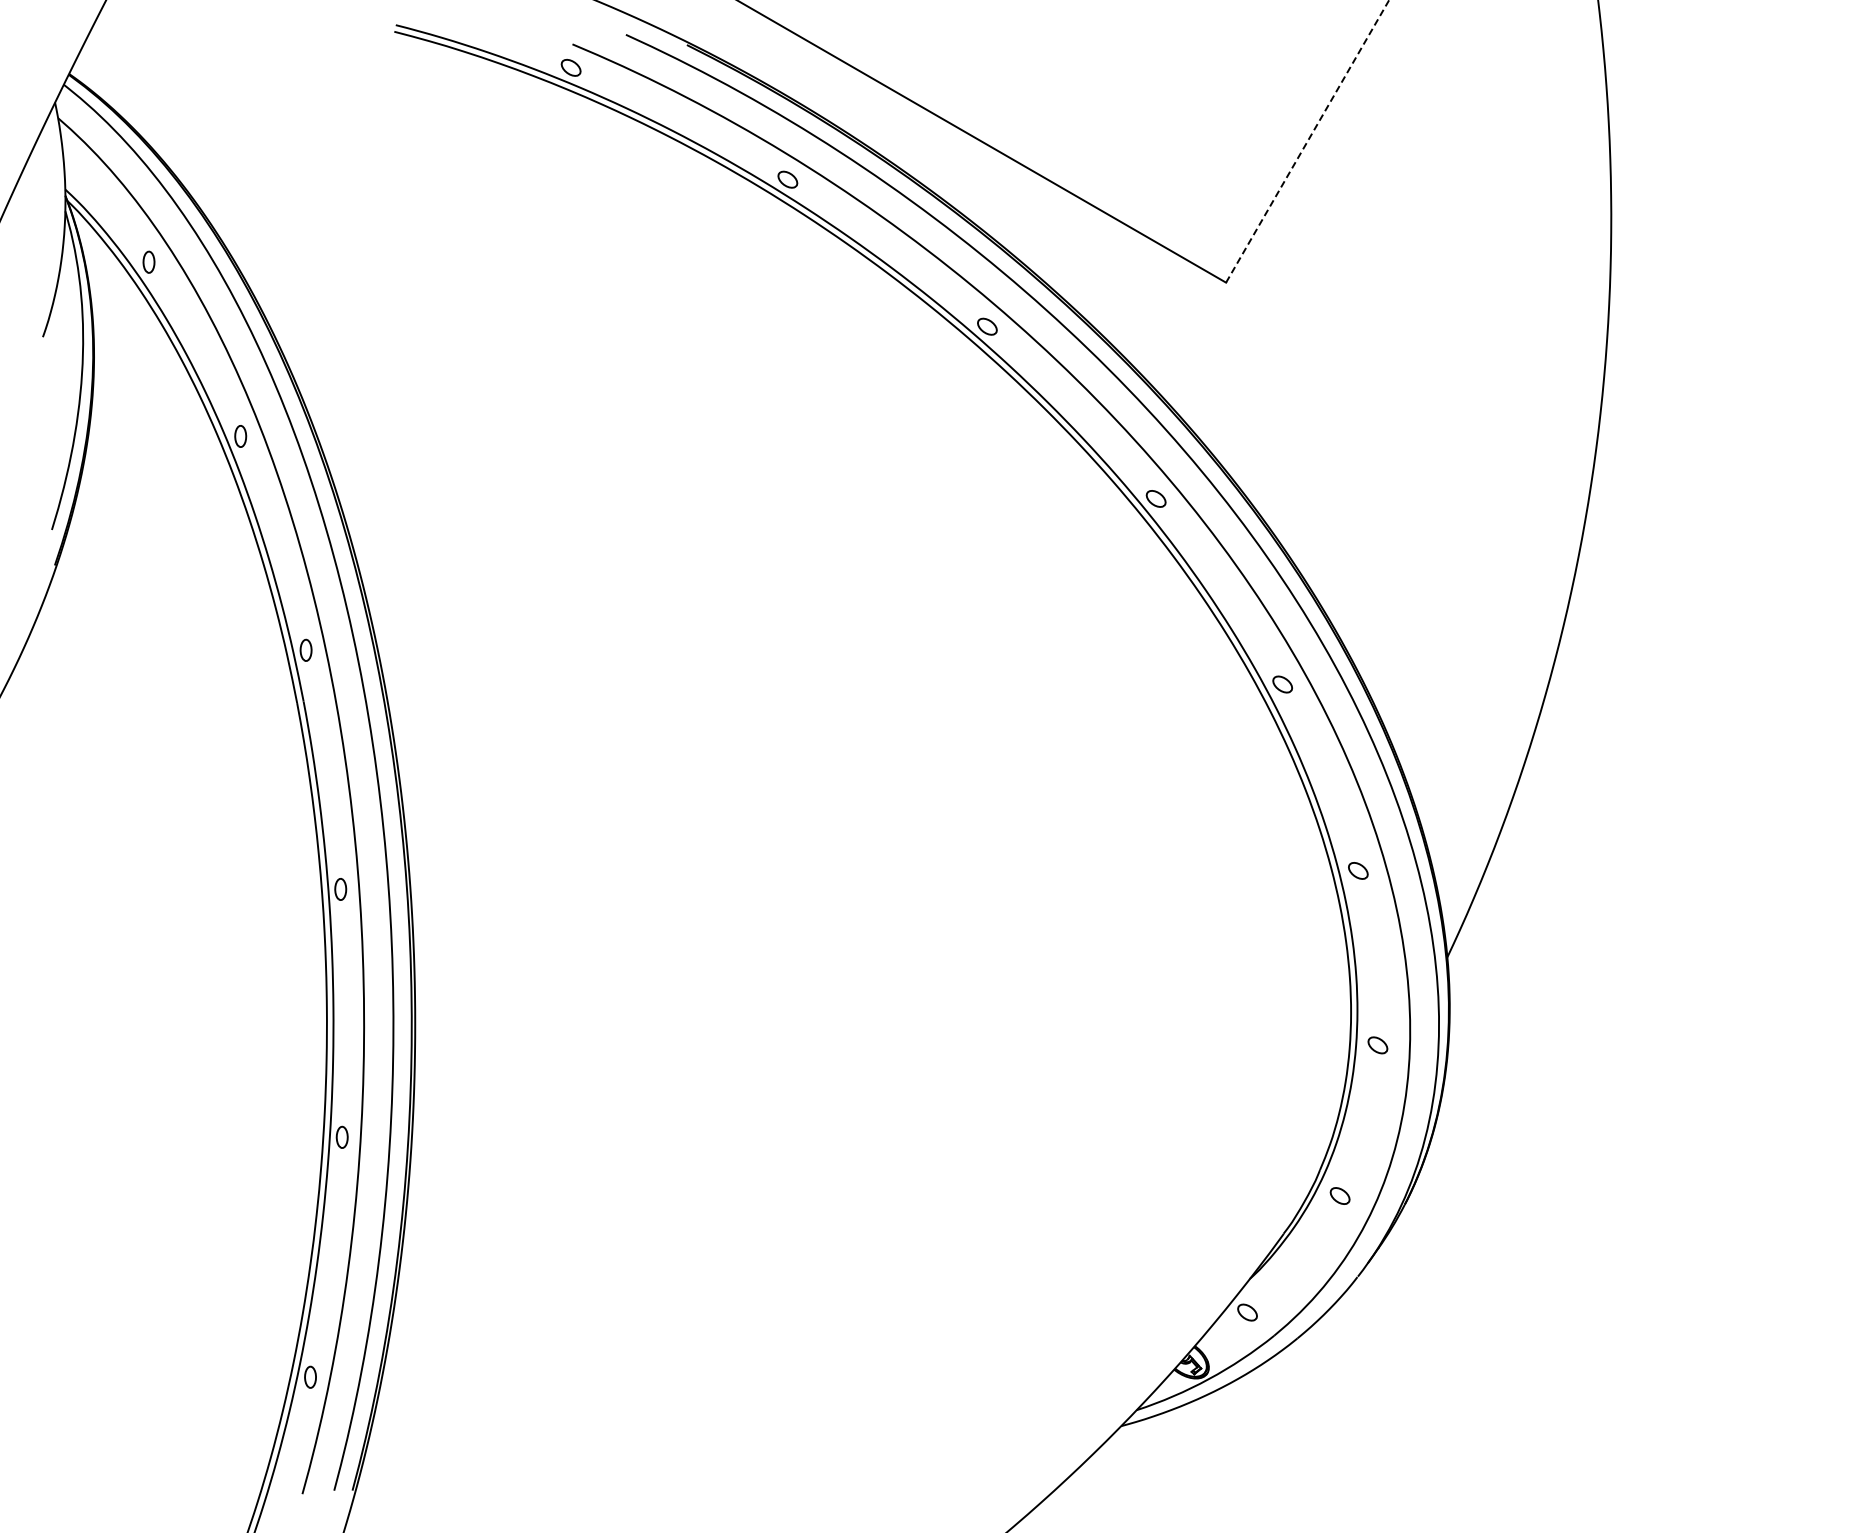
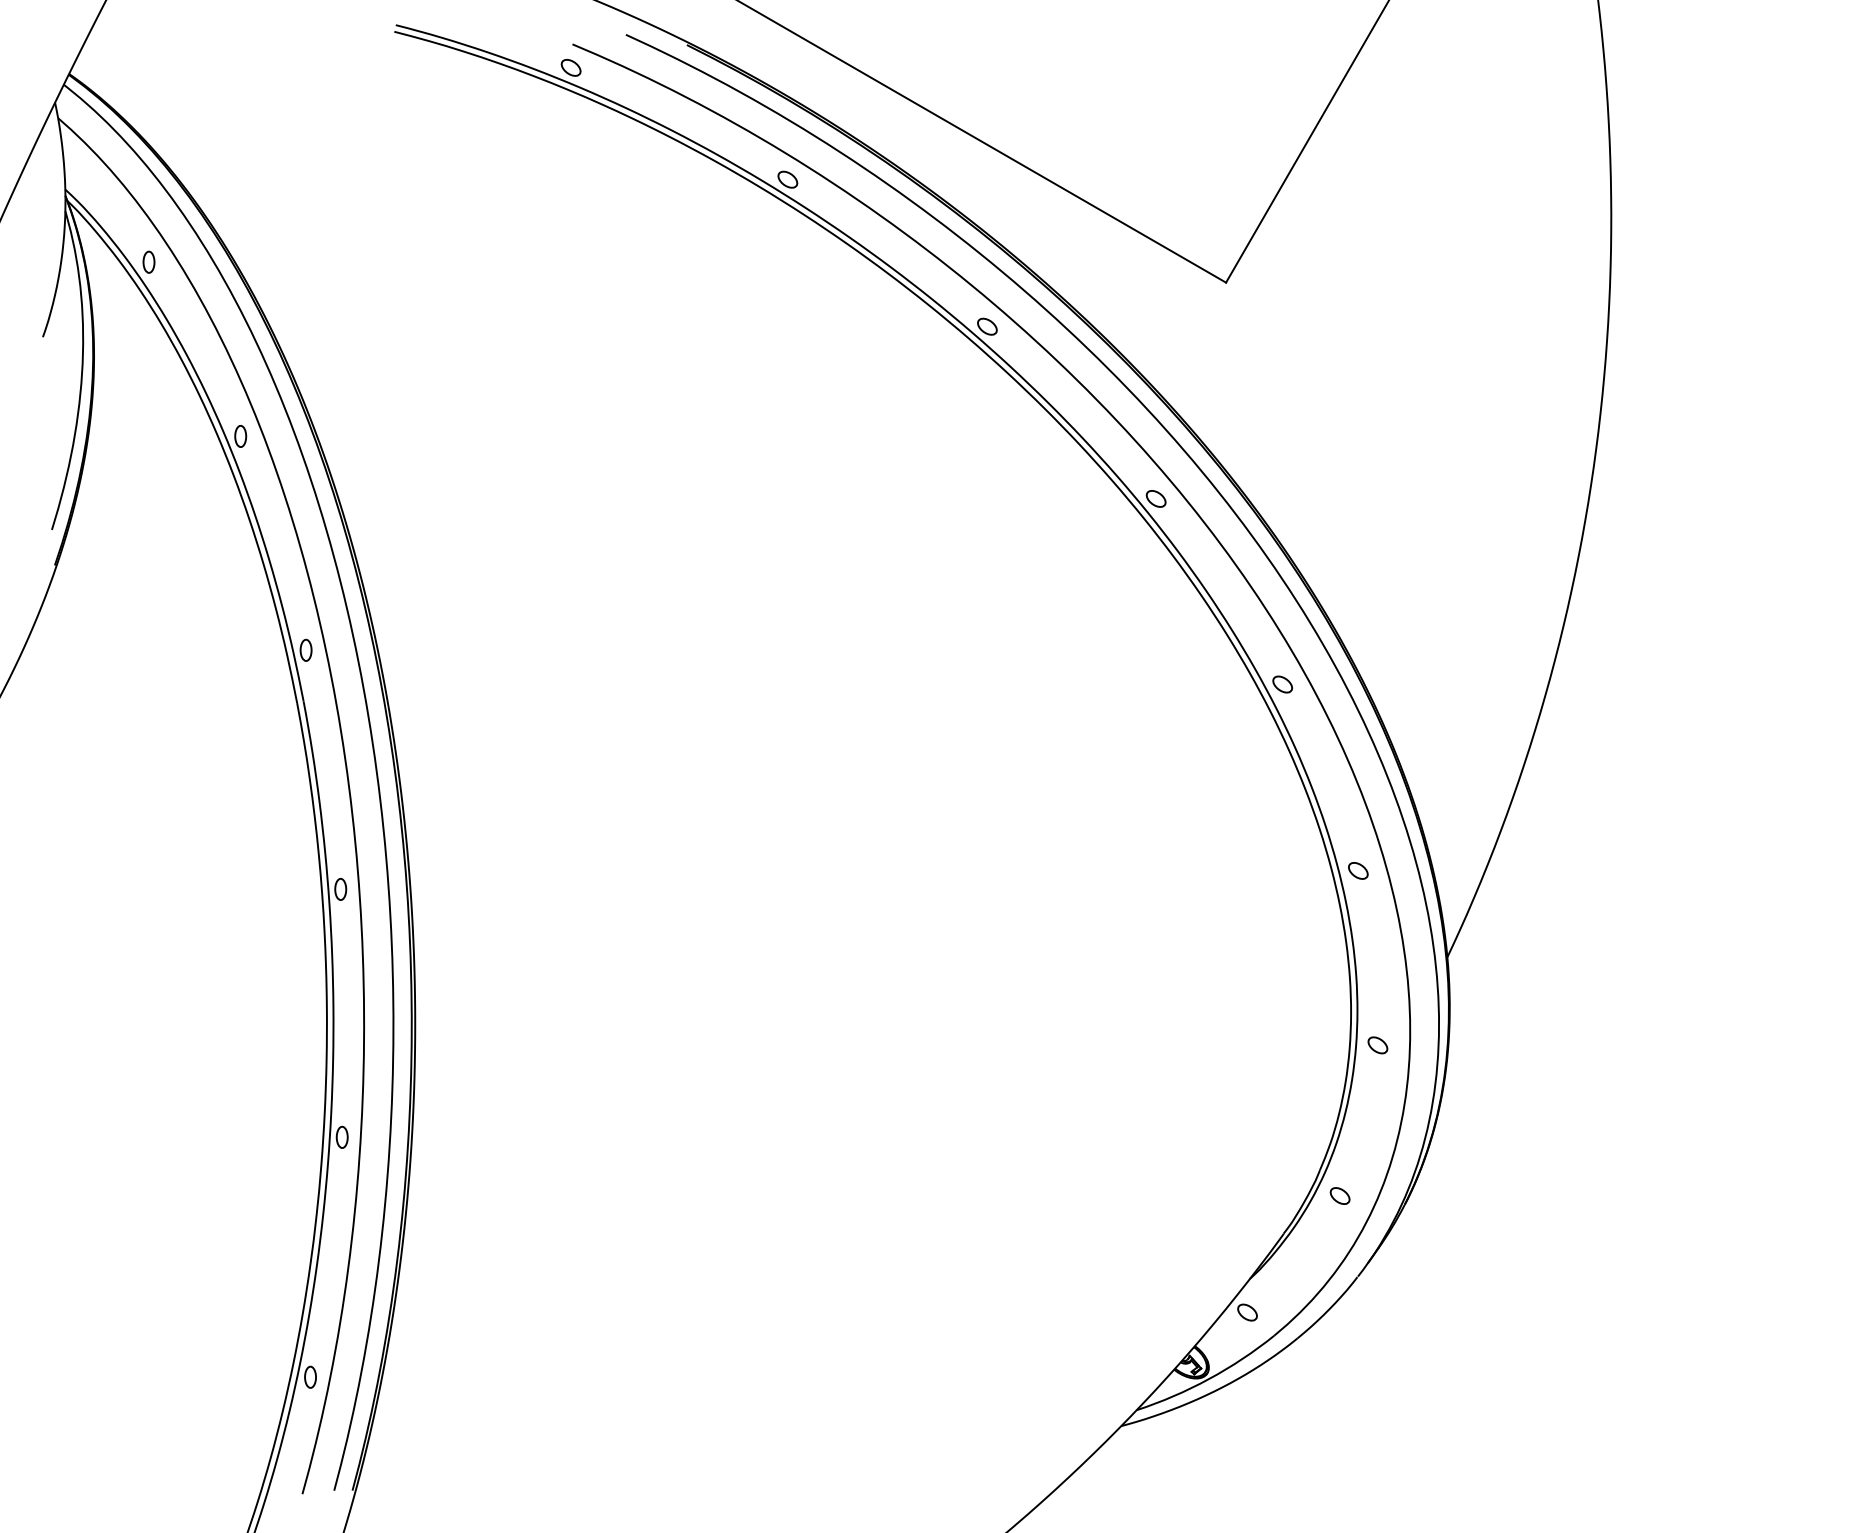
line at (1307, 141): dashed -> solid
